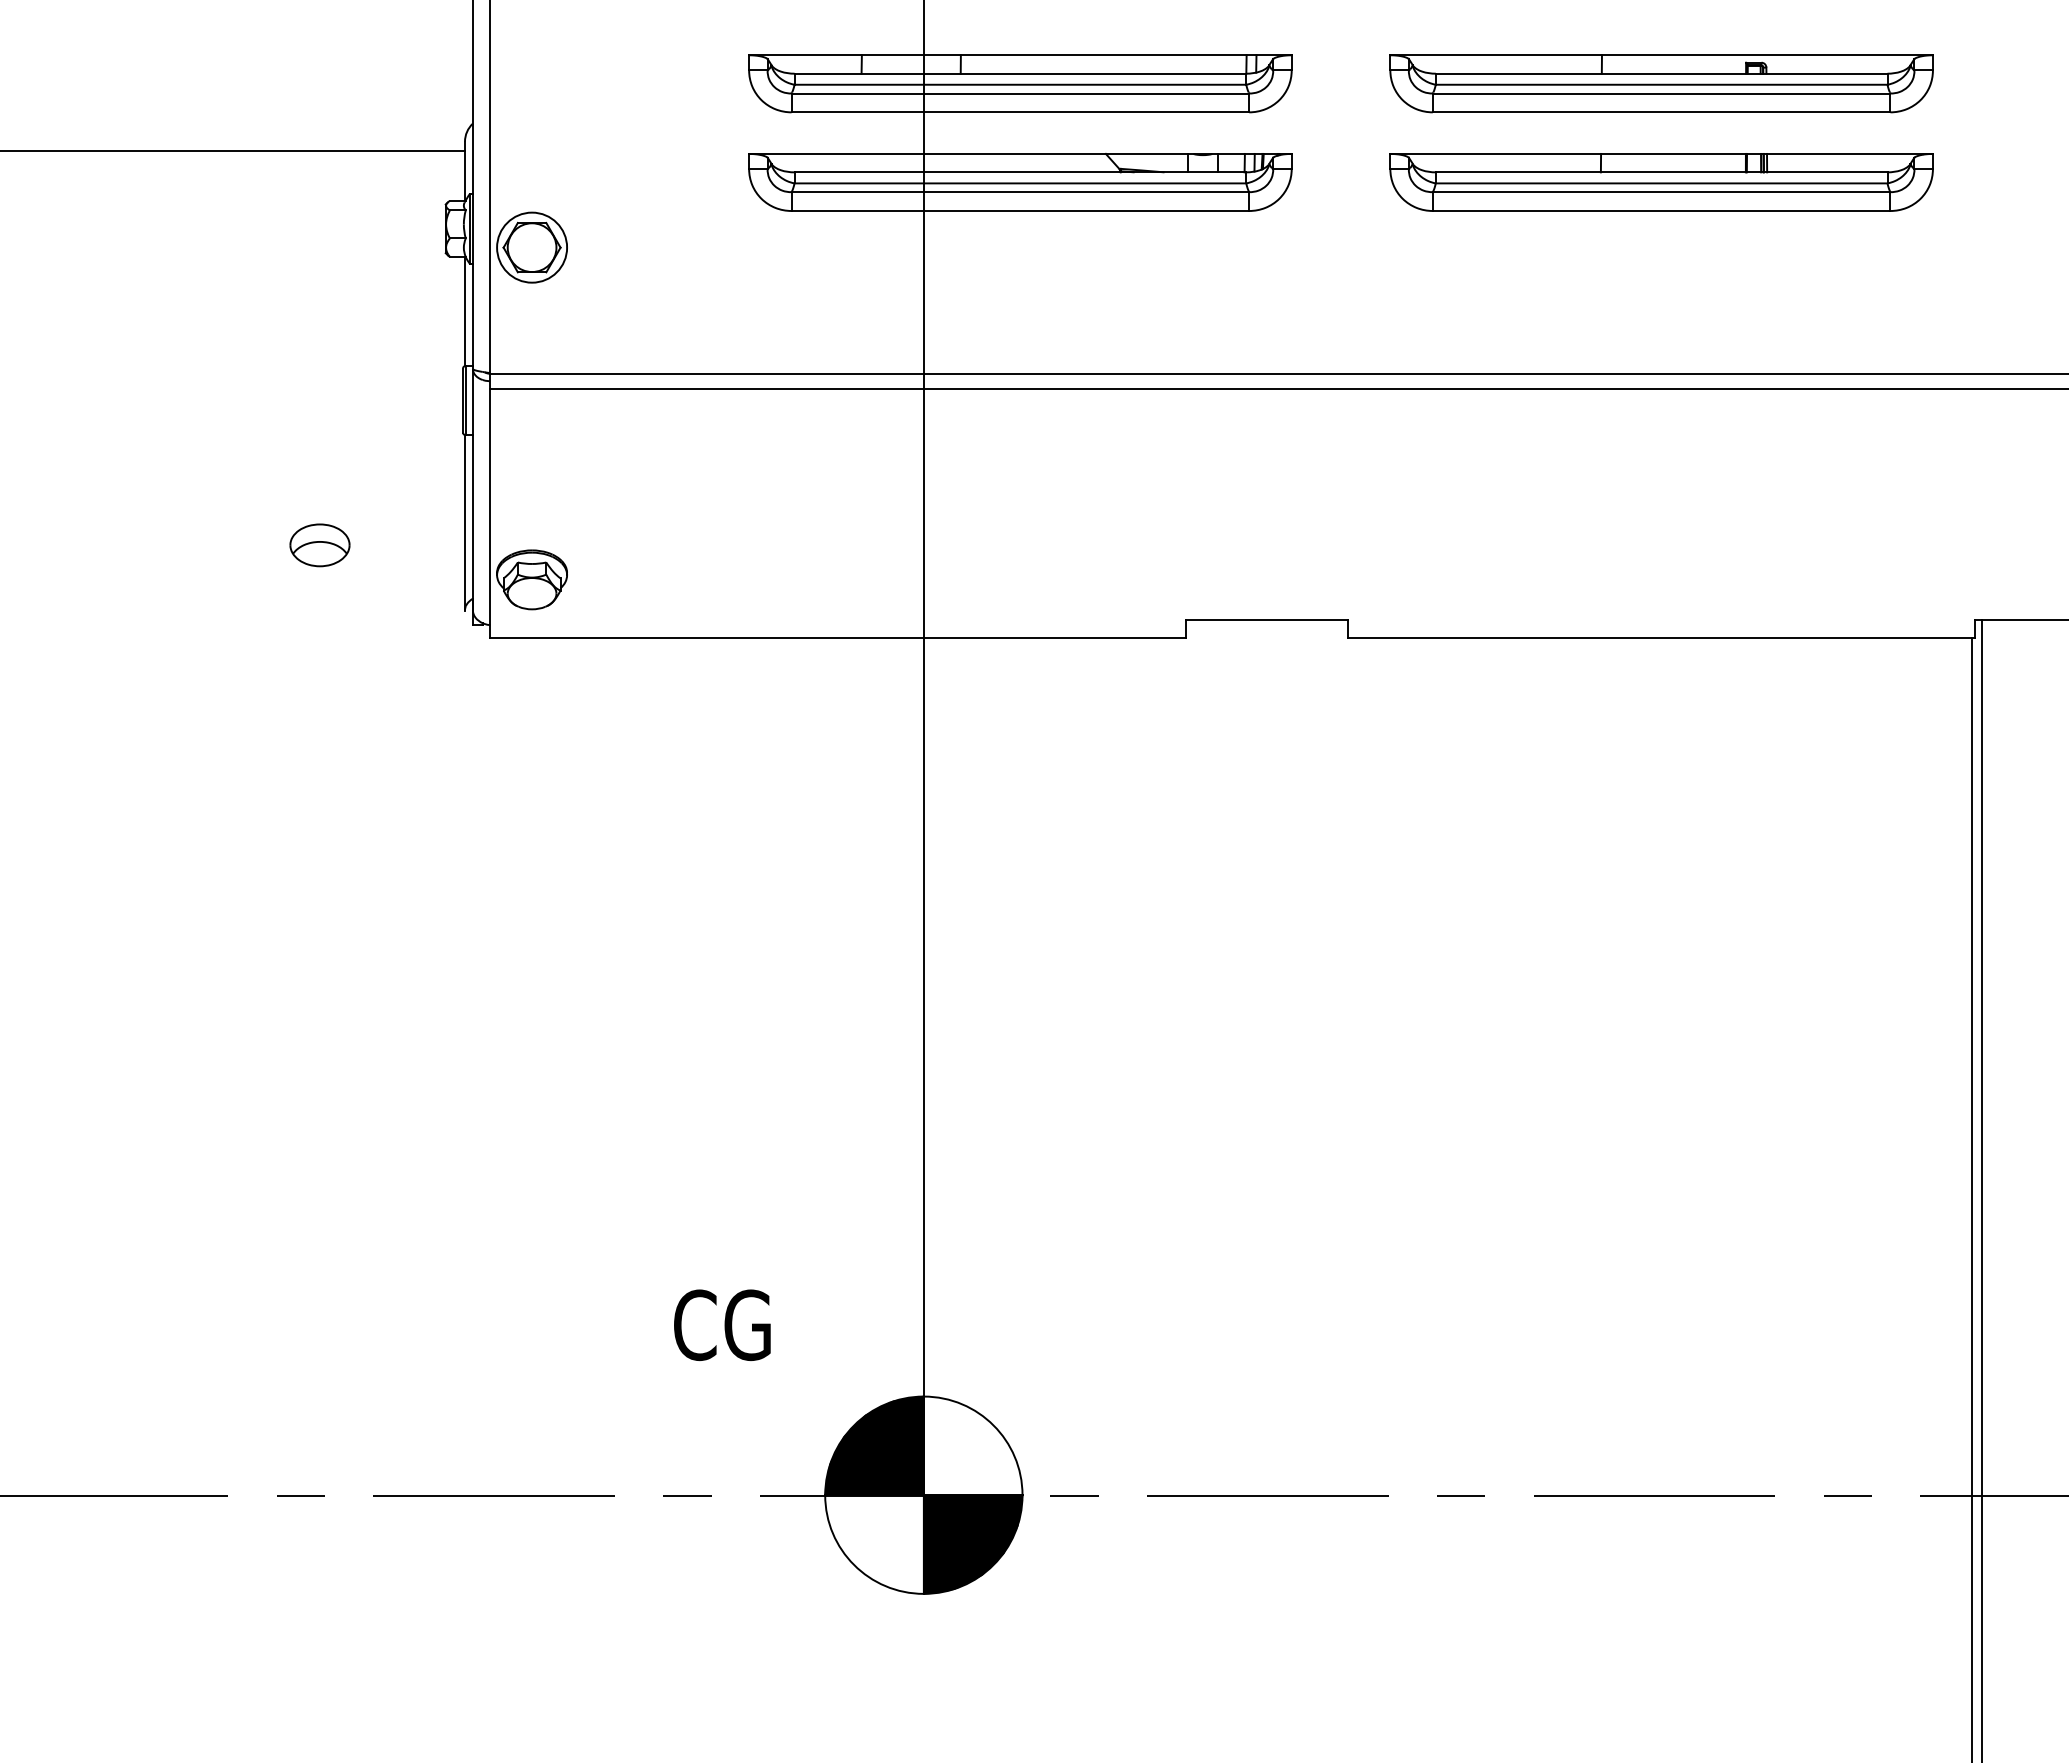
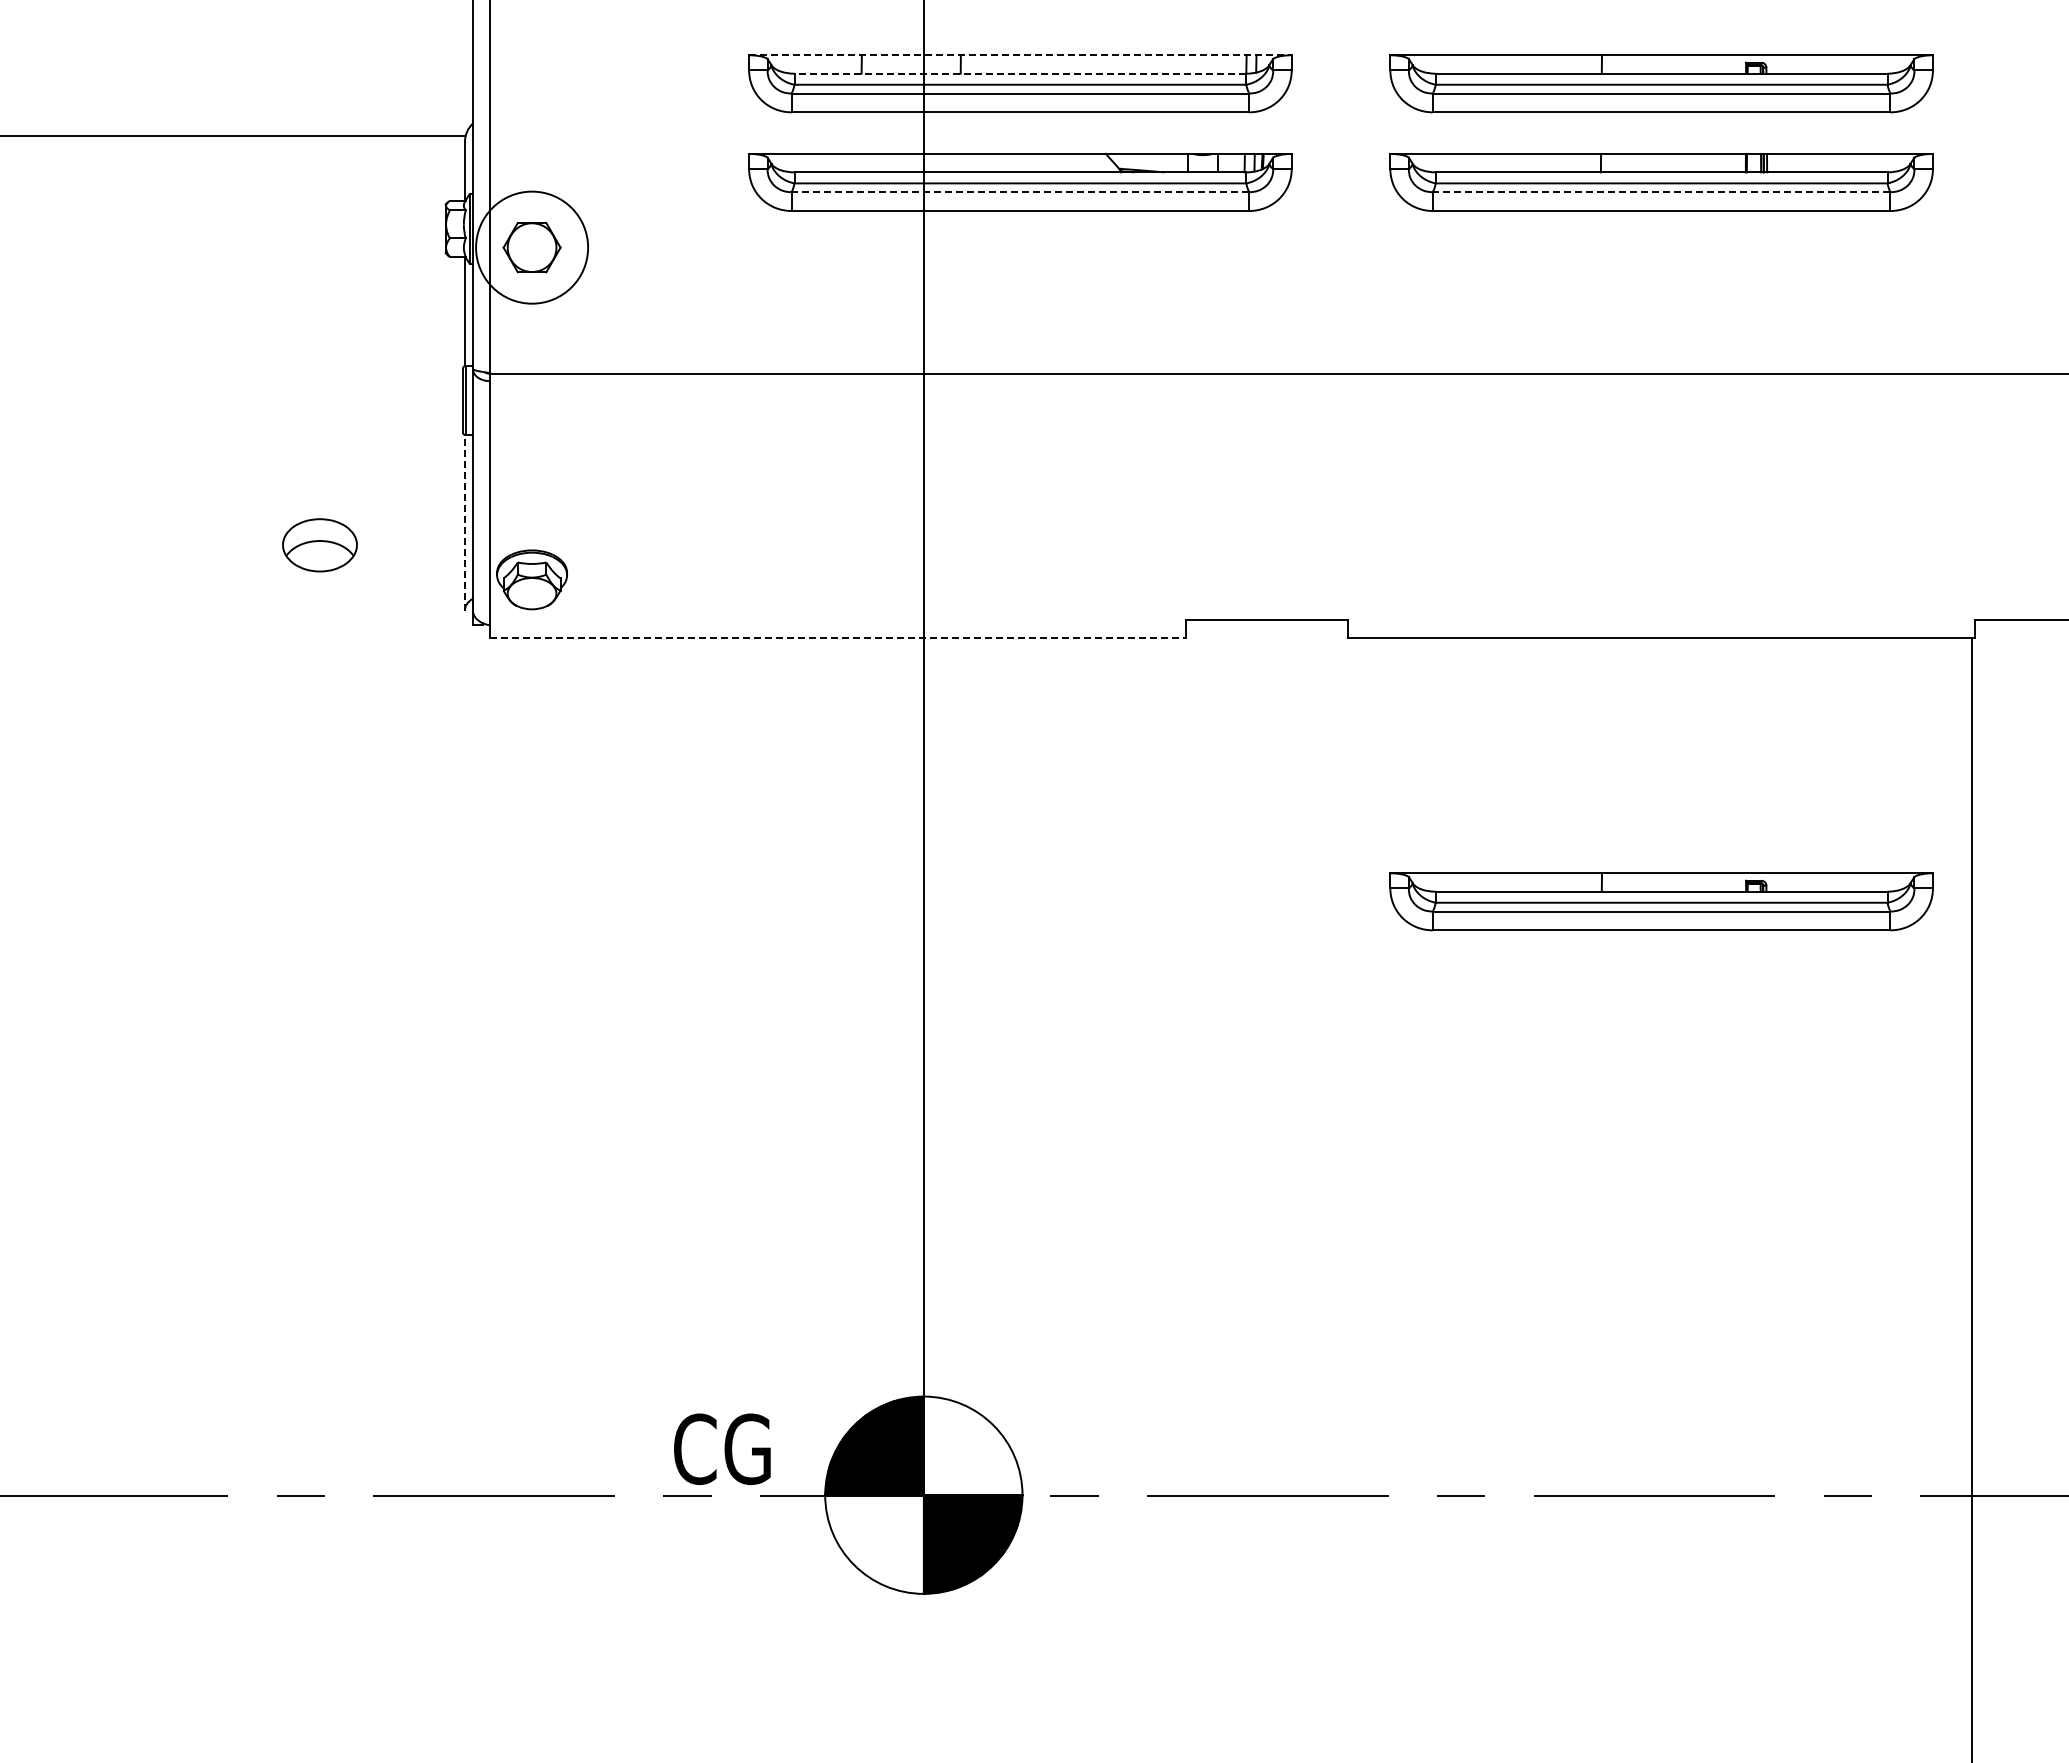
line at (1020, 55): solid -> dashed
line at (1020, 73): solid -> dashed
line at (233, 151) position: (233, 151) -> (233, 136)
line at (1020, 192): solid -> dashed
line at (1661, 192): solid -> dashed
circle at (532, 247) diameter: 70 px -> 112 px
line at (1277, 388): present -> none
line at (465, 523): solid -> dashed
part at (319, 545) size: 62x45 px -> 76x55 px
line at (837, 637): solid -> dashed
part at (1661, 901): none -> present
line at (1982, 1189): present -> none
text at (722, 1324) position: (722, 1324) -> (722, 1448)
